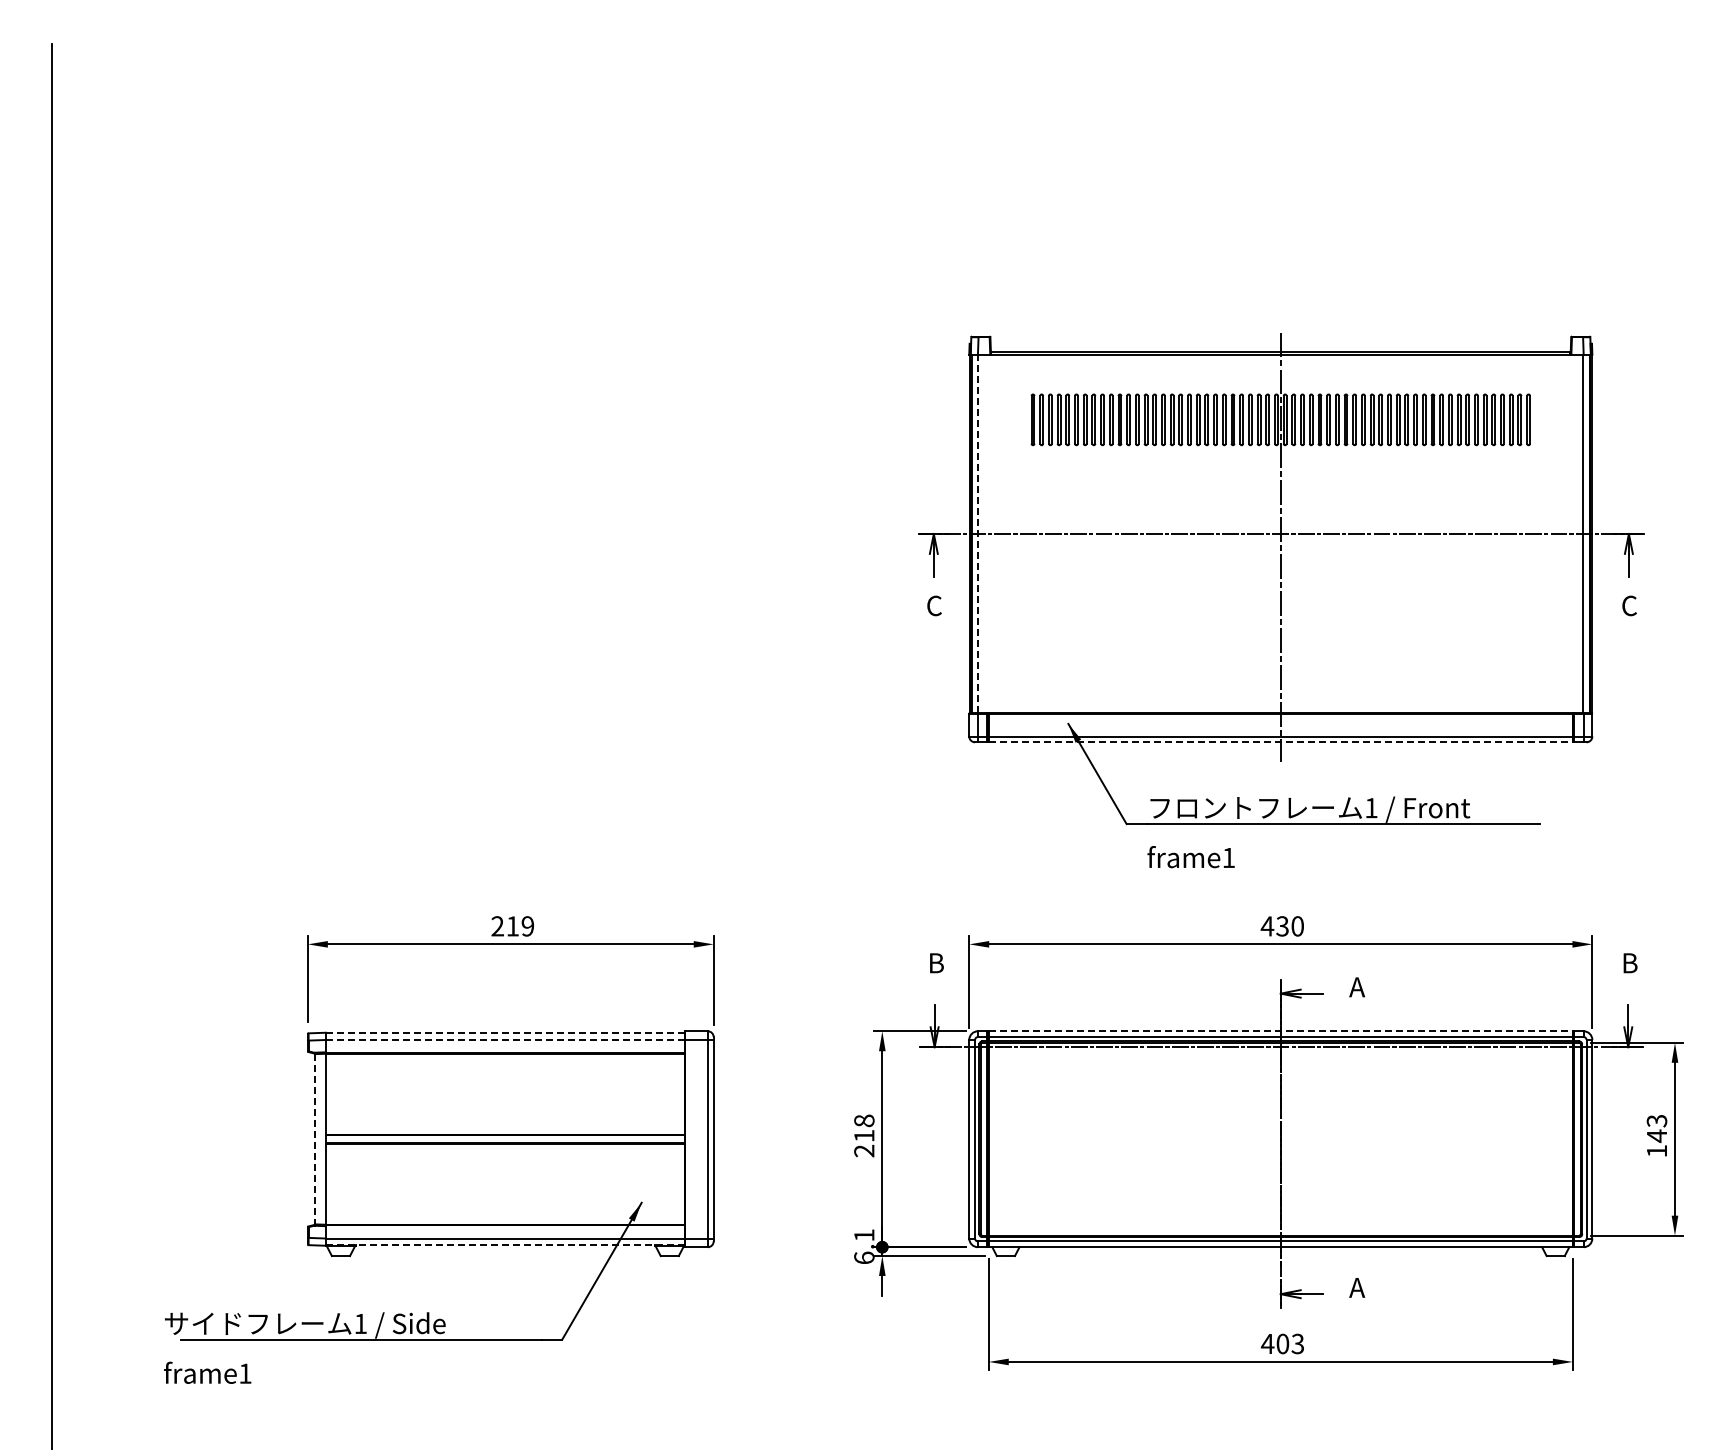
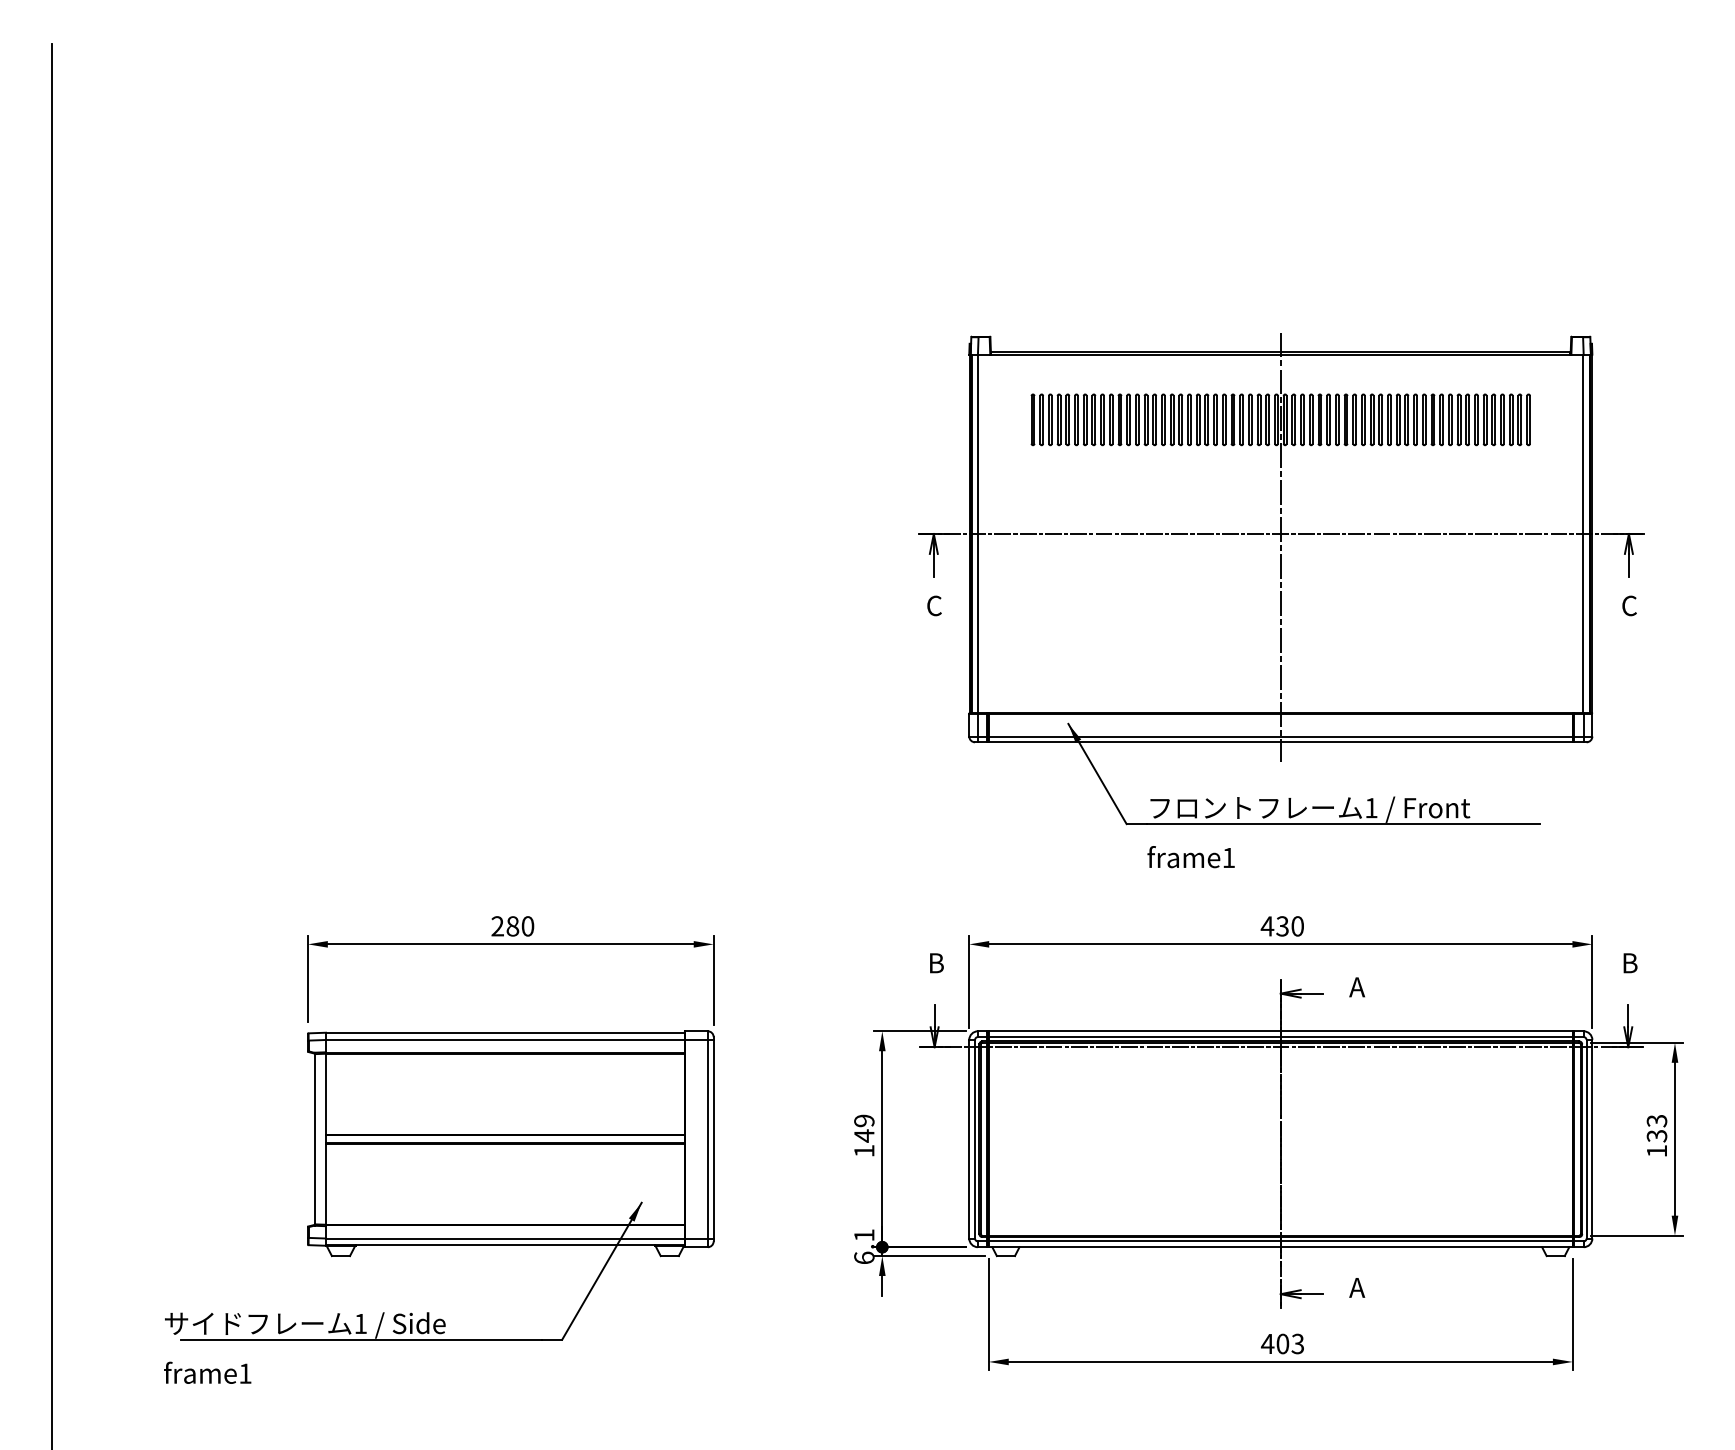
line at (978, 533): dashed -> solid
line at (1280, 742): dashed -> solid
text at (520, 926): 219 -> 280
line at (1280, 1031): dashed -> solid
line at (504, 1033): dashed -> solid
line at (504, 1039): dashed -> solid
text at (864, 1135): 218 -> 149
text at (1656, 1135): 143 -> 133
line at (315, 1139): dashed -> solid
line at (504, 1245): dashed -> solid
